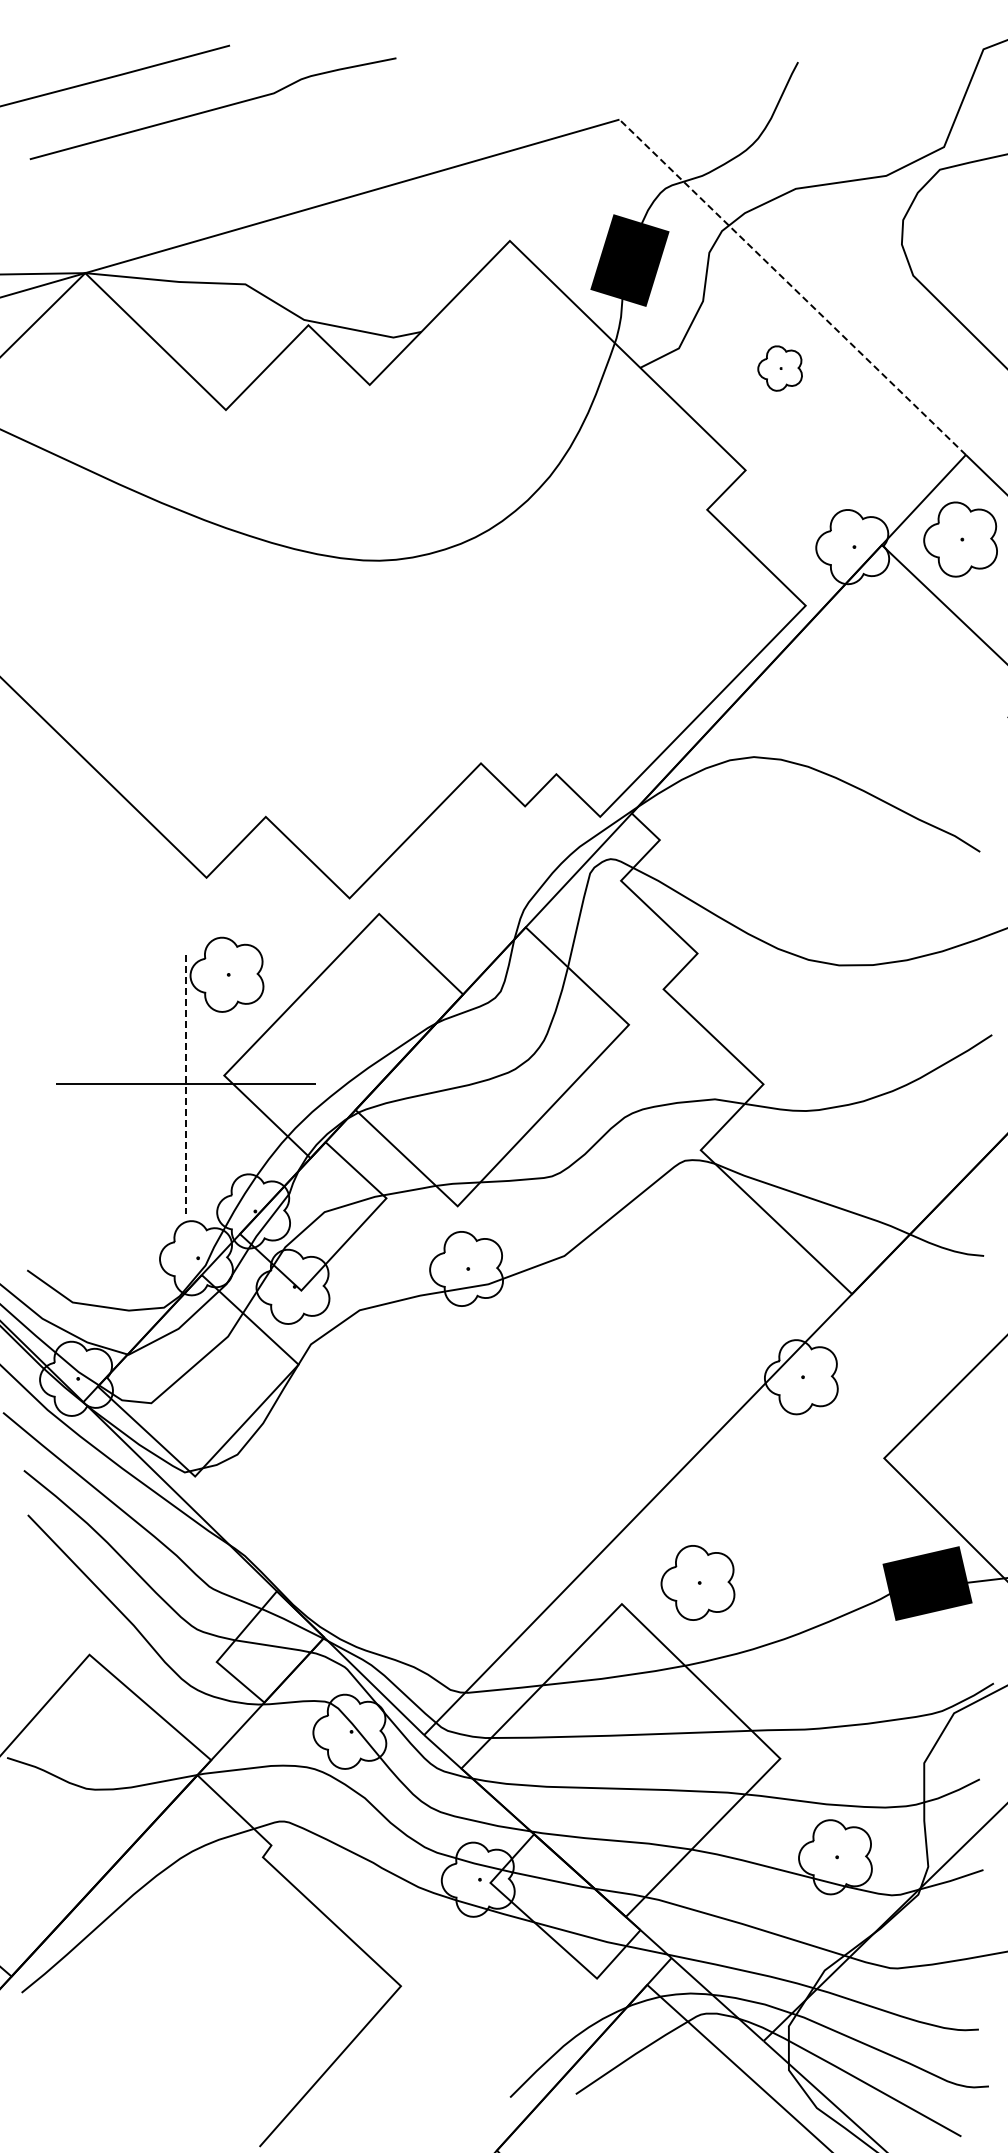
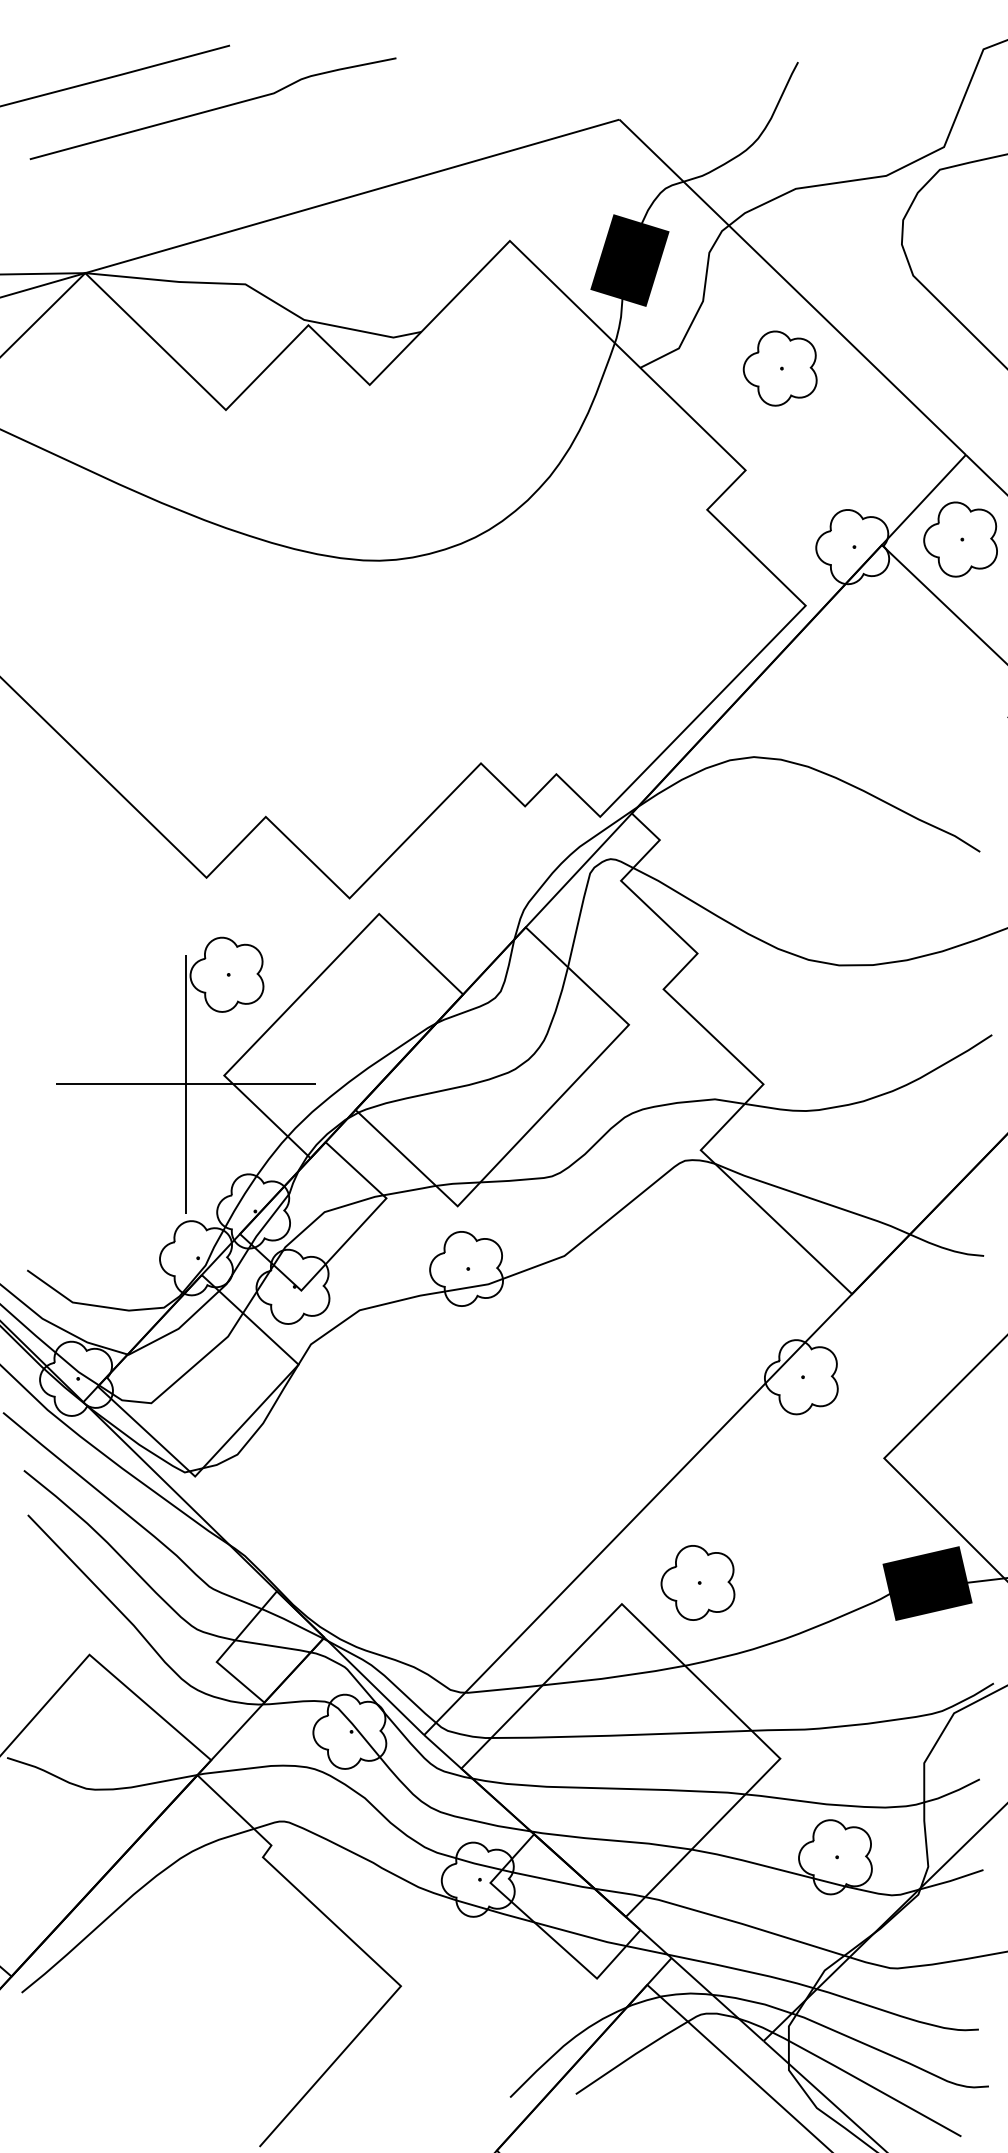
line at (792, 286): dashed -> solid
part at (779, 368) size: 46x47 px -> 76x77 px
line at (186, 1084): dashed -> solid
